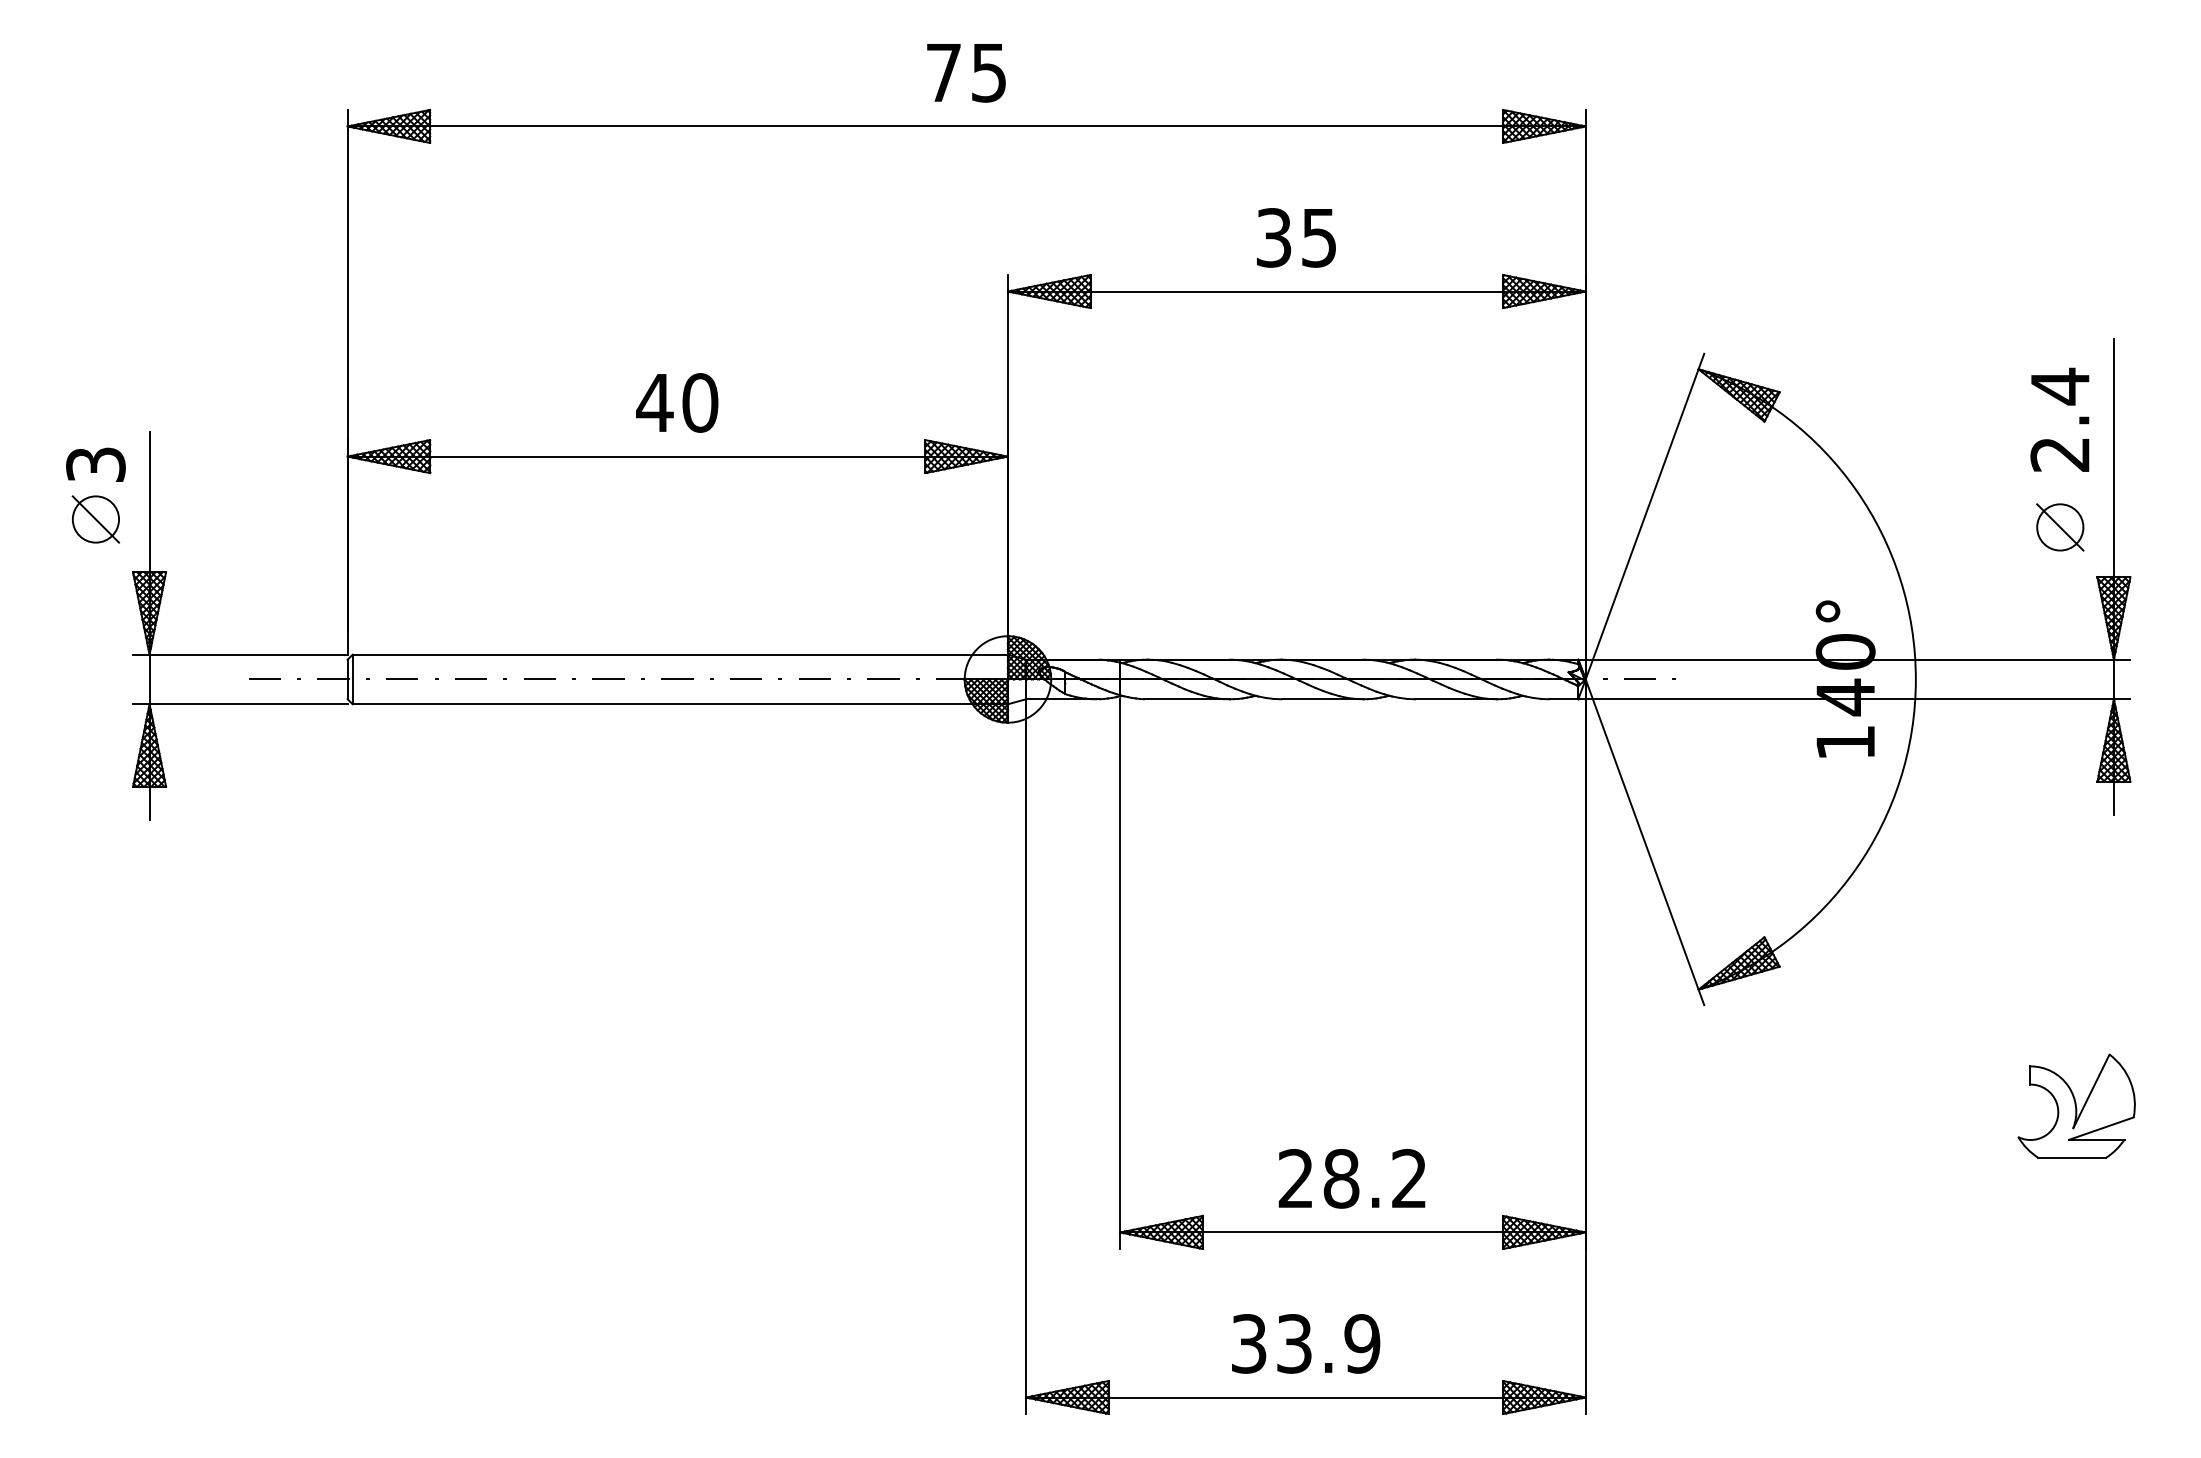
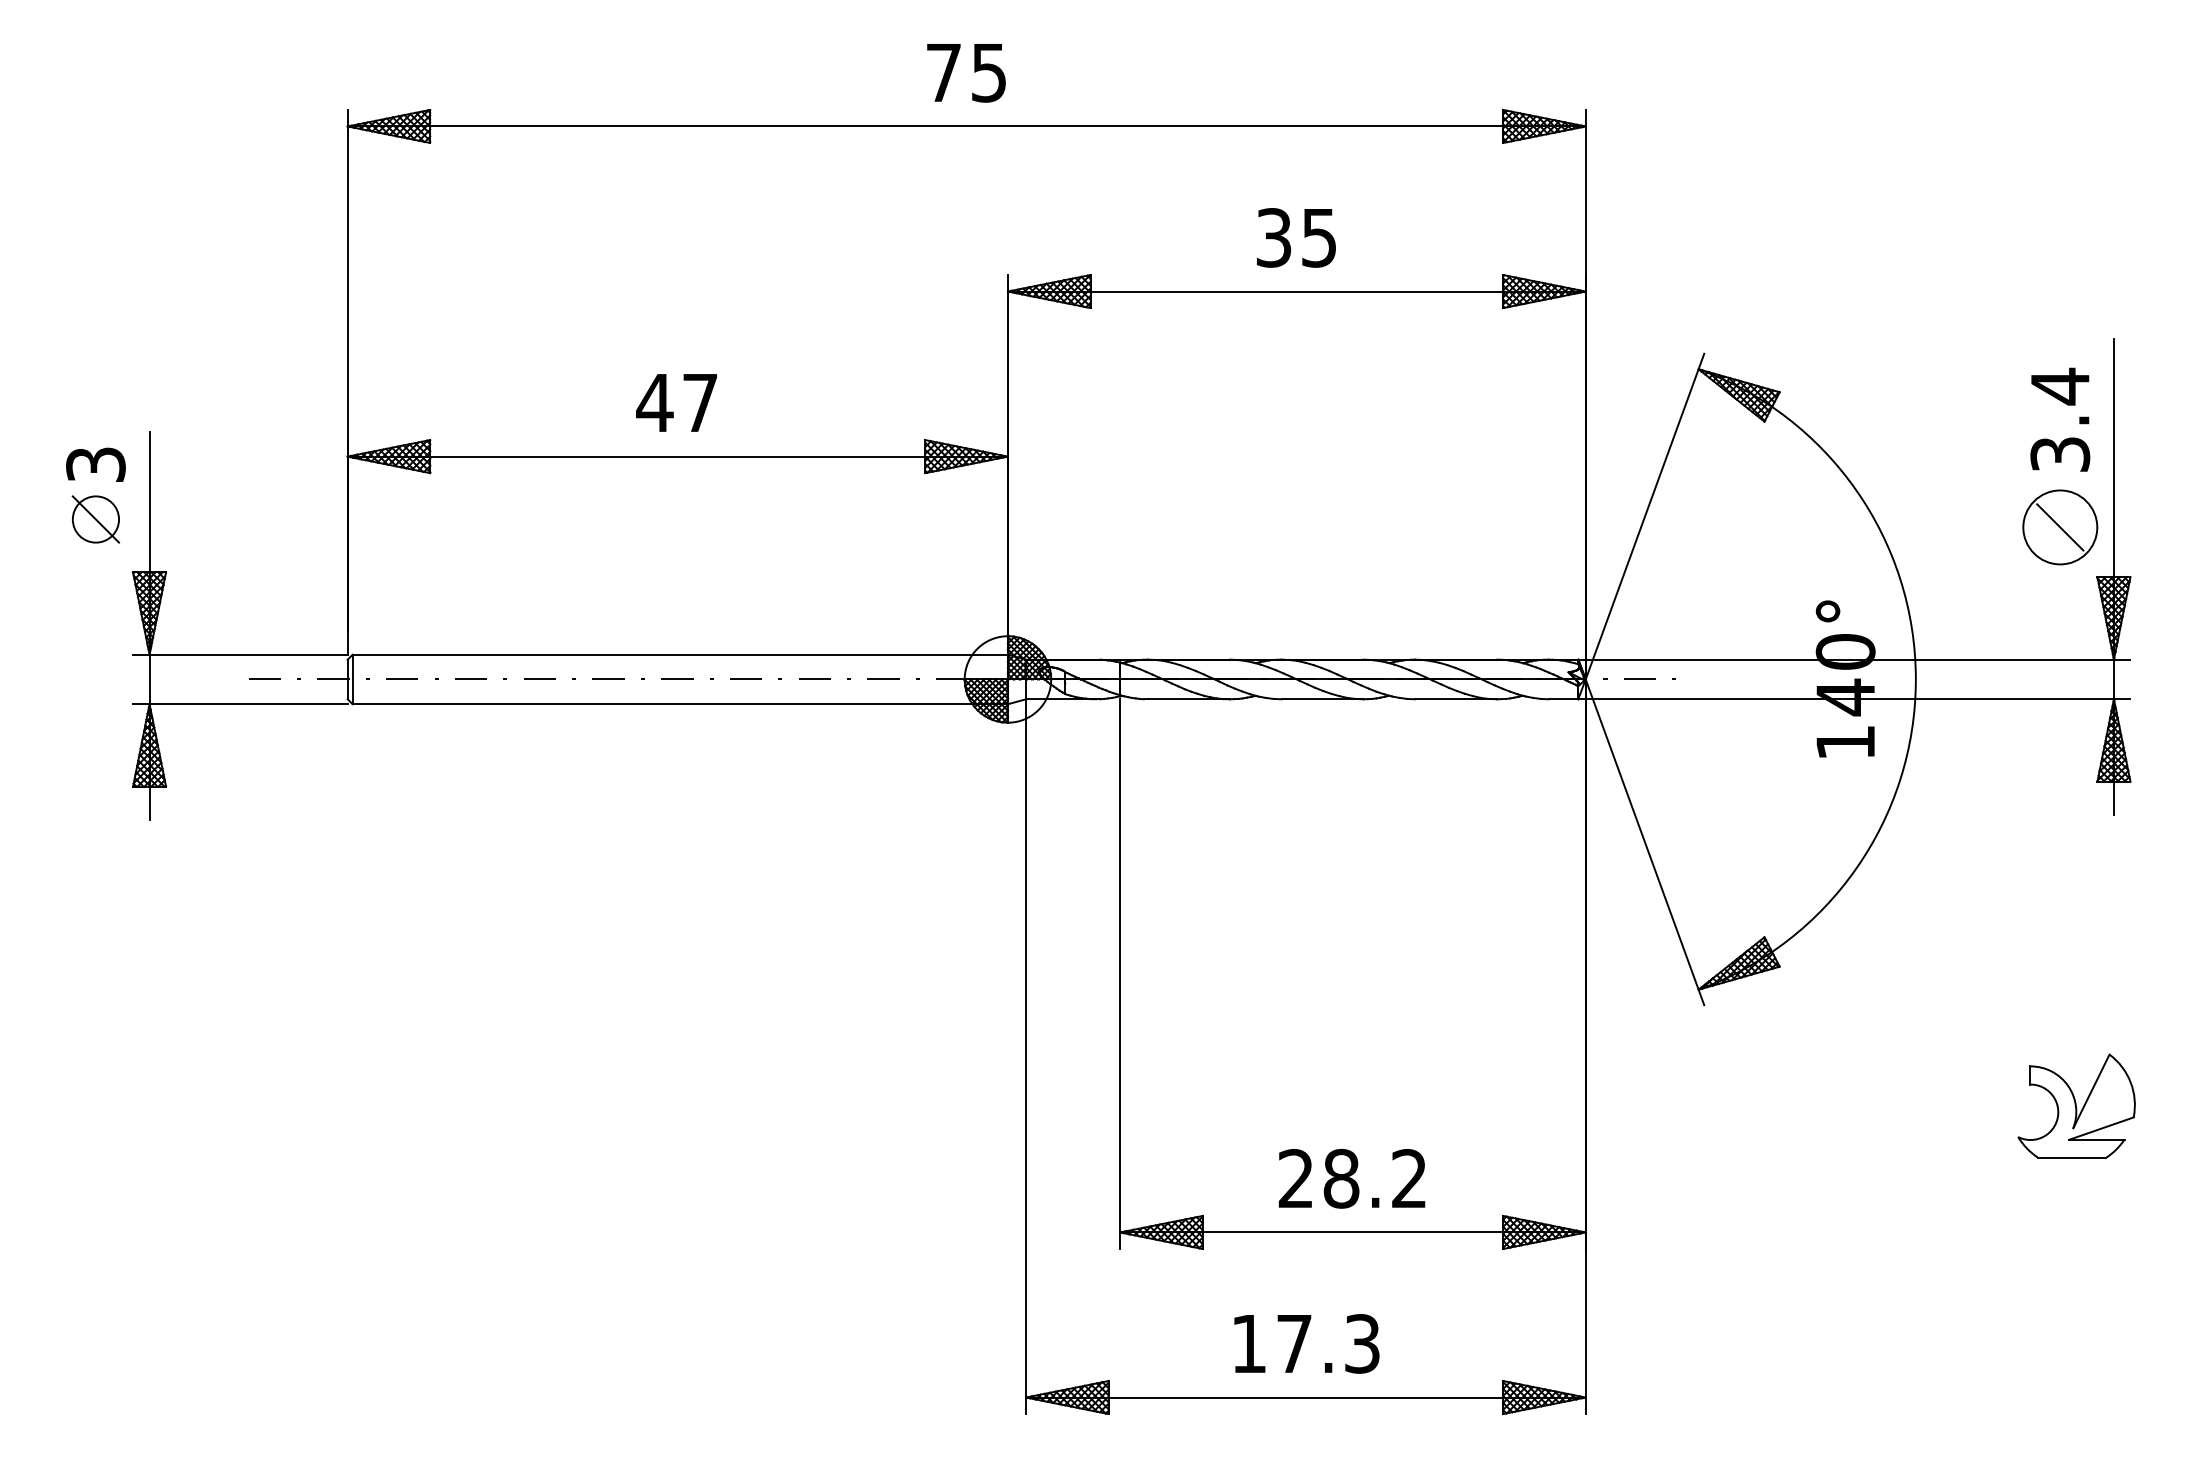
text at (700, 402): 40 -> 47
text at (2060, 454): 2.4 -> 3.4
circle at (2060, 527) diameter: 46 px -> 74 px
text at (1306, 1343): 33.9 -> 17.3
